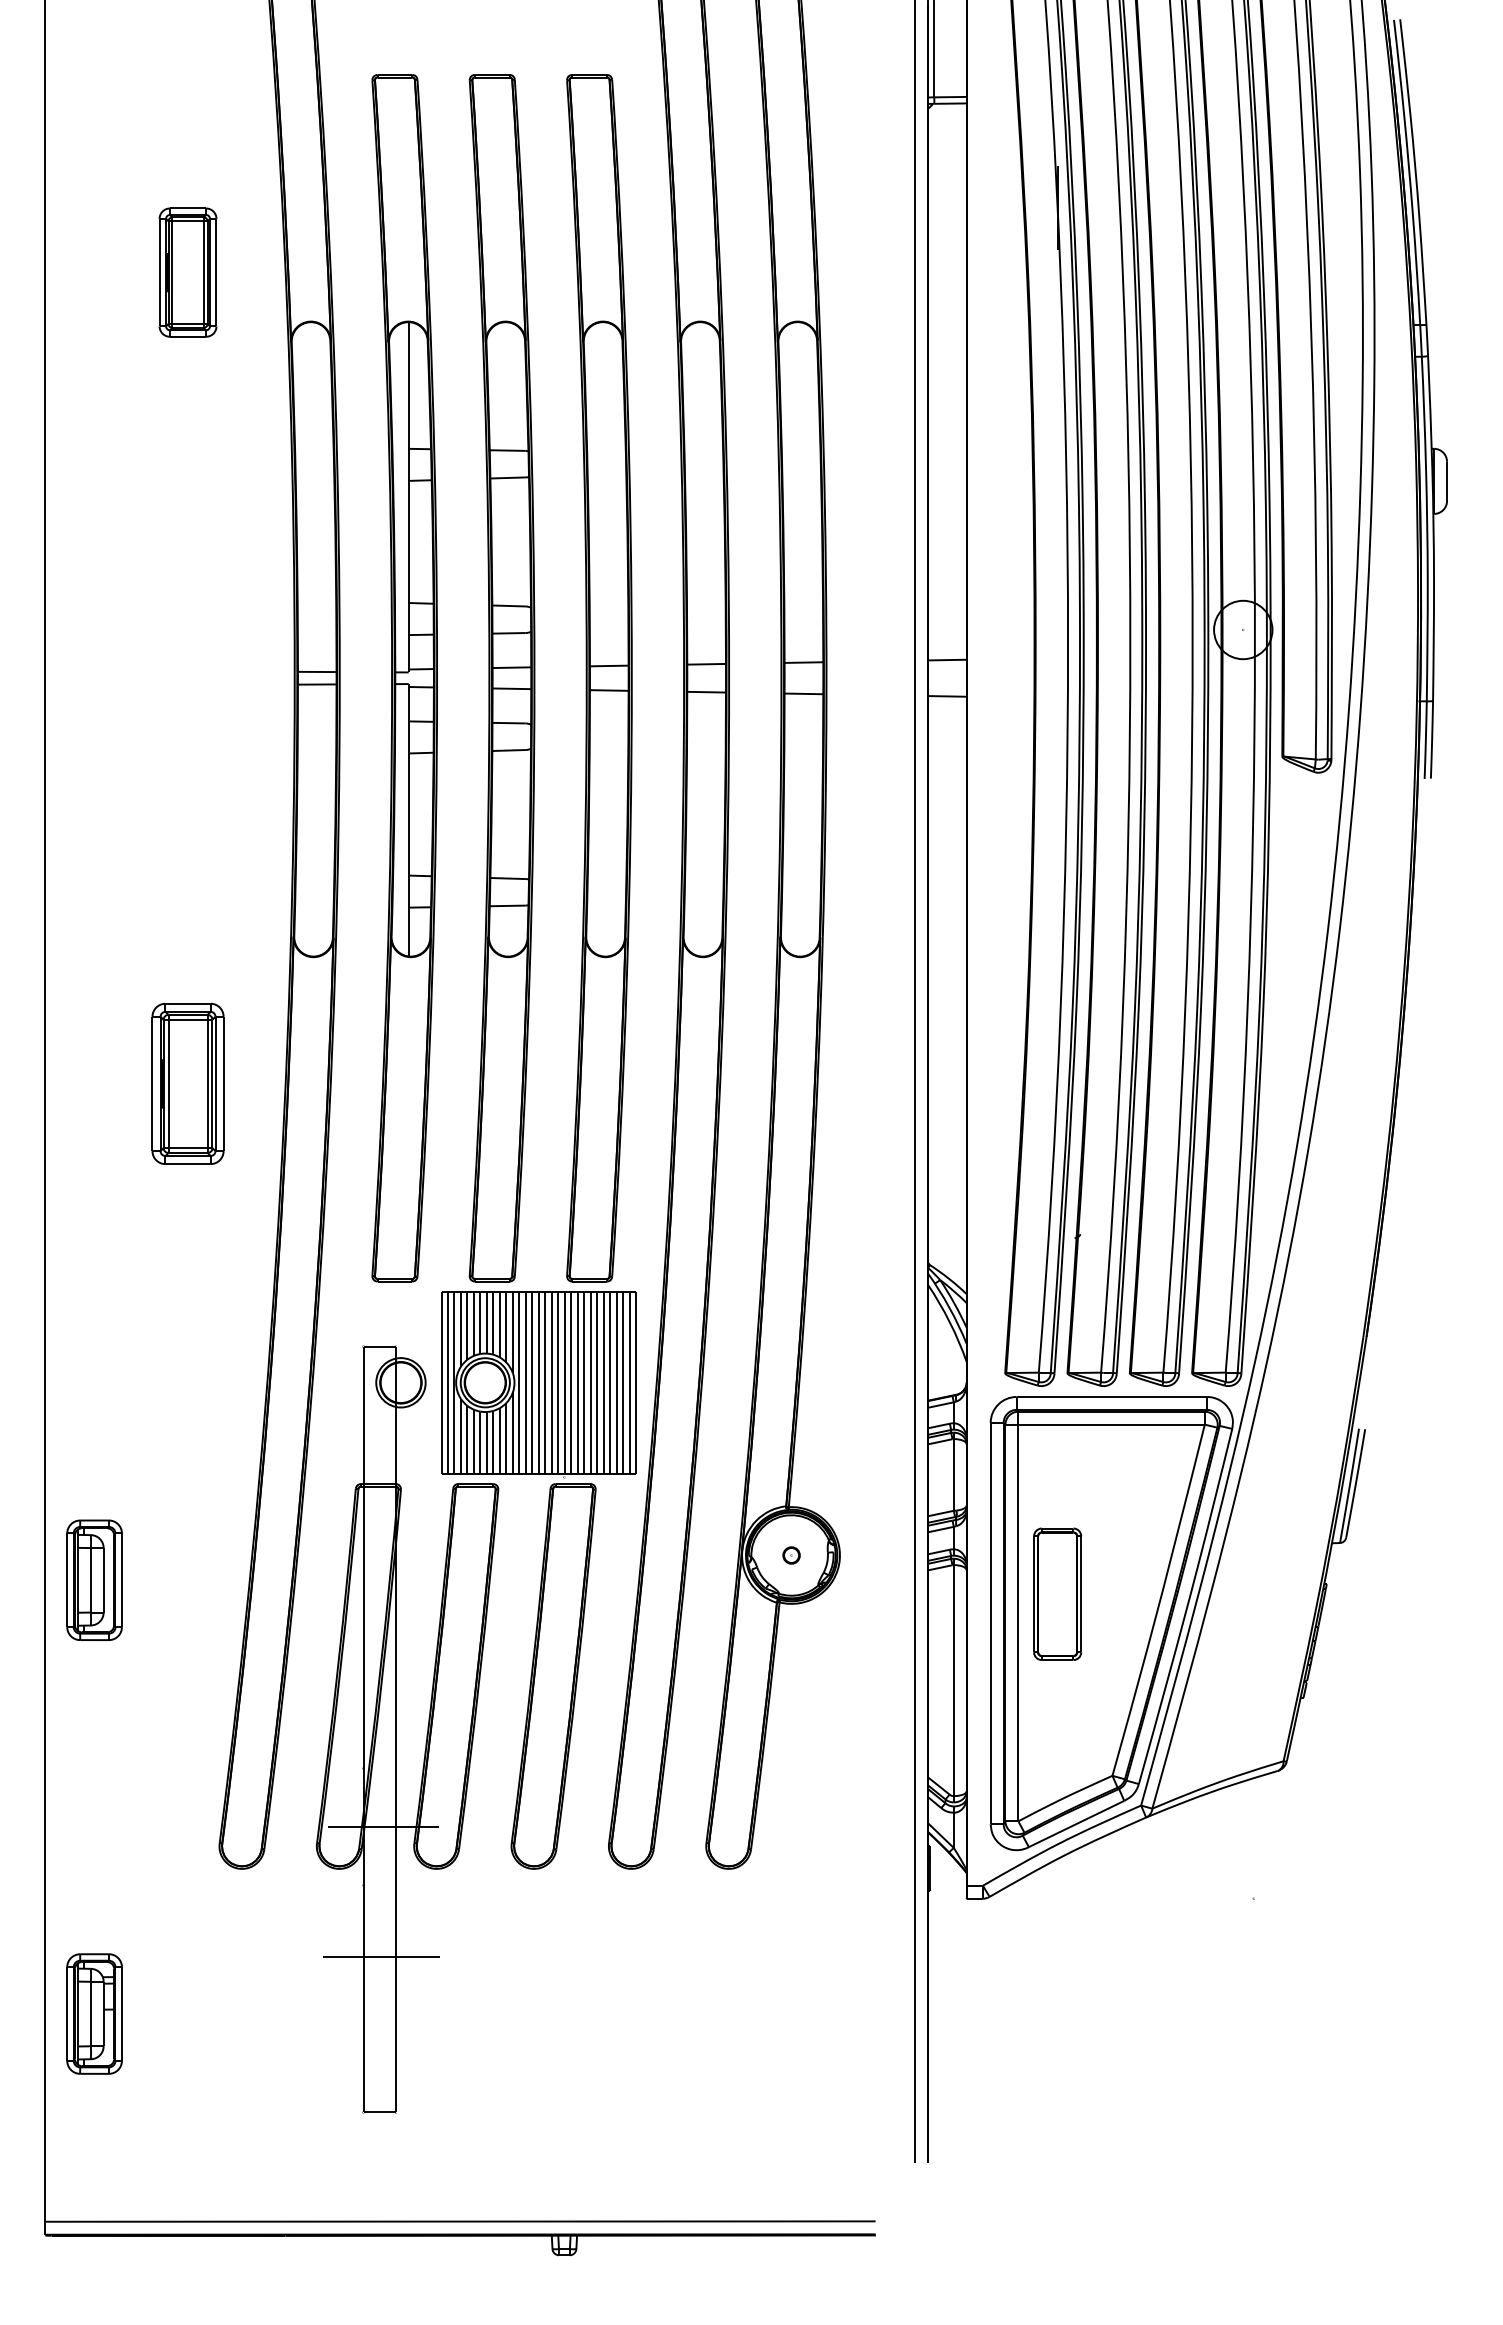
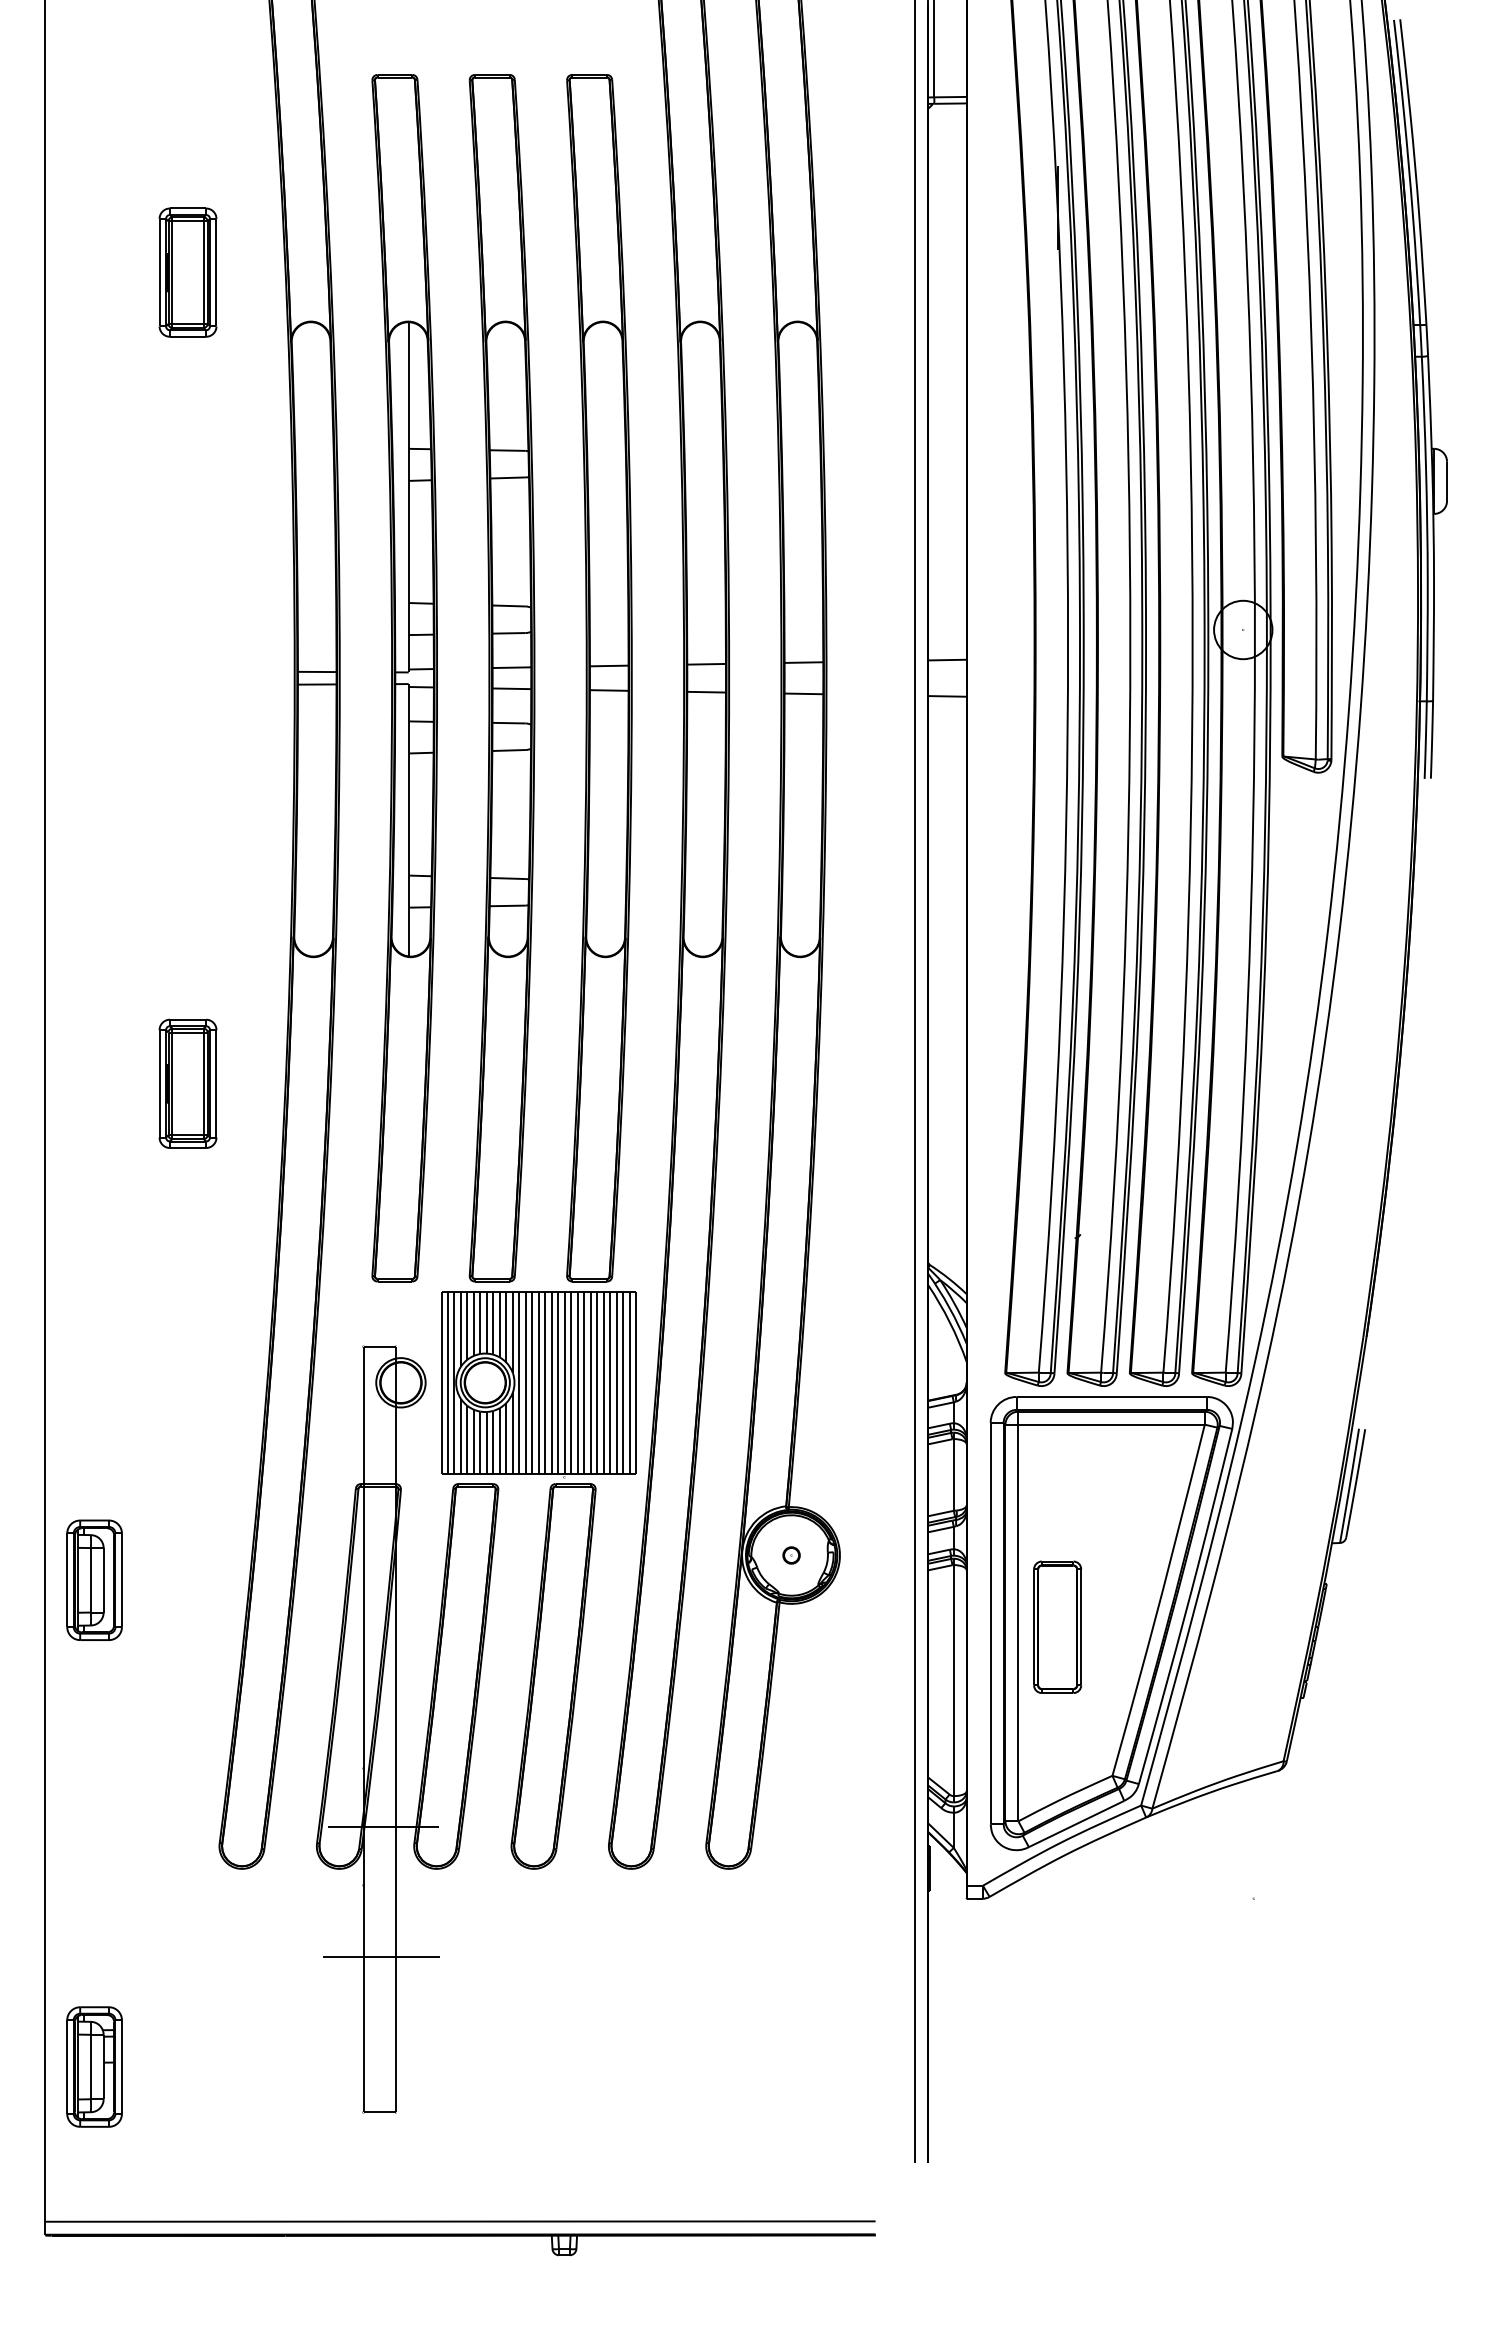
part at (187, 1083) size: 74x163 px -> 60x131 px
part at (1057, 1593) position: (1057, 1593) -> (1057, 1626)
part at (94, 2013) position: (94, 2013) -> (94, 2066)
